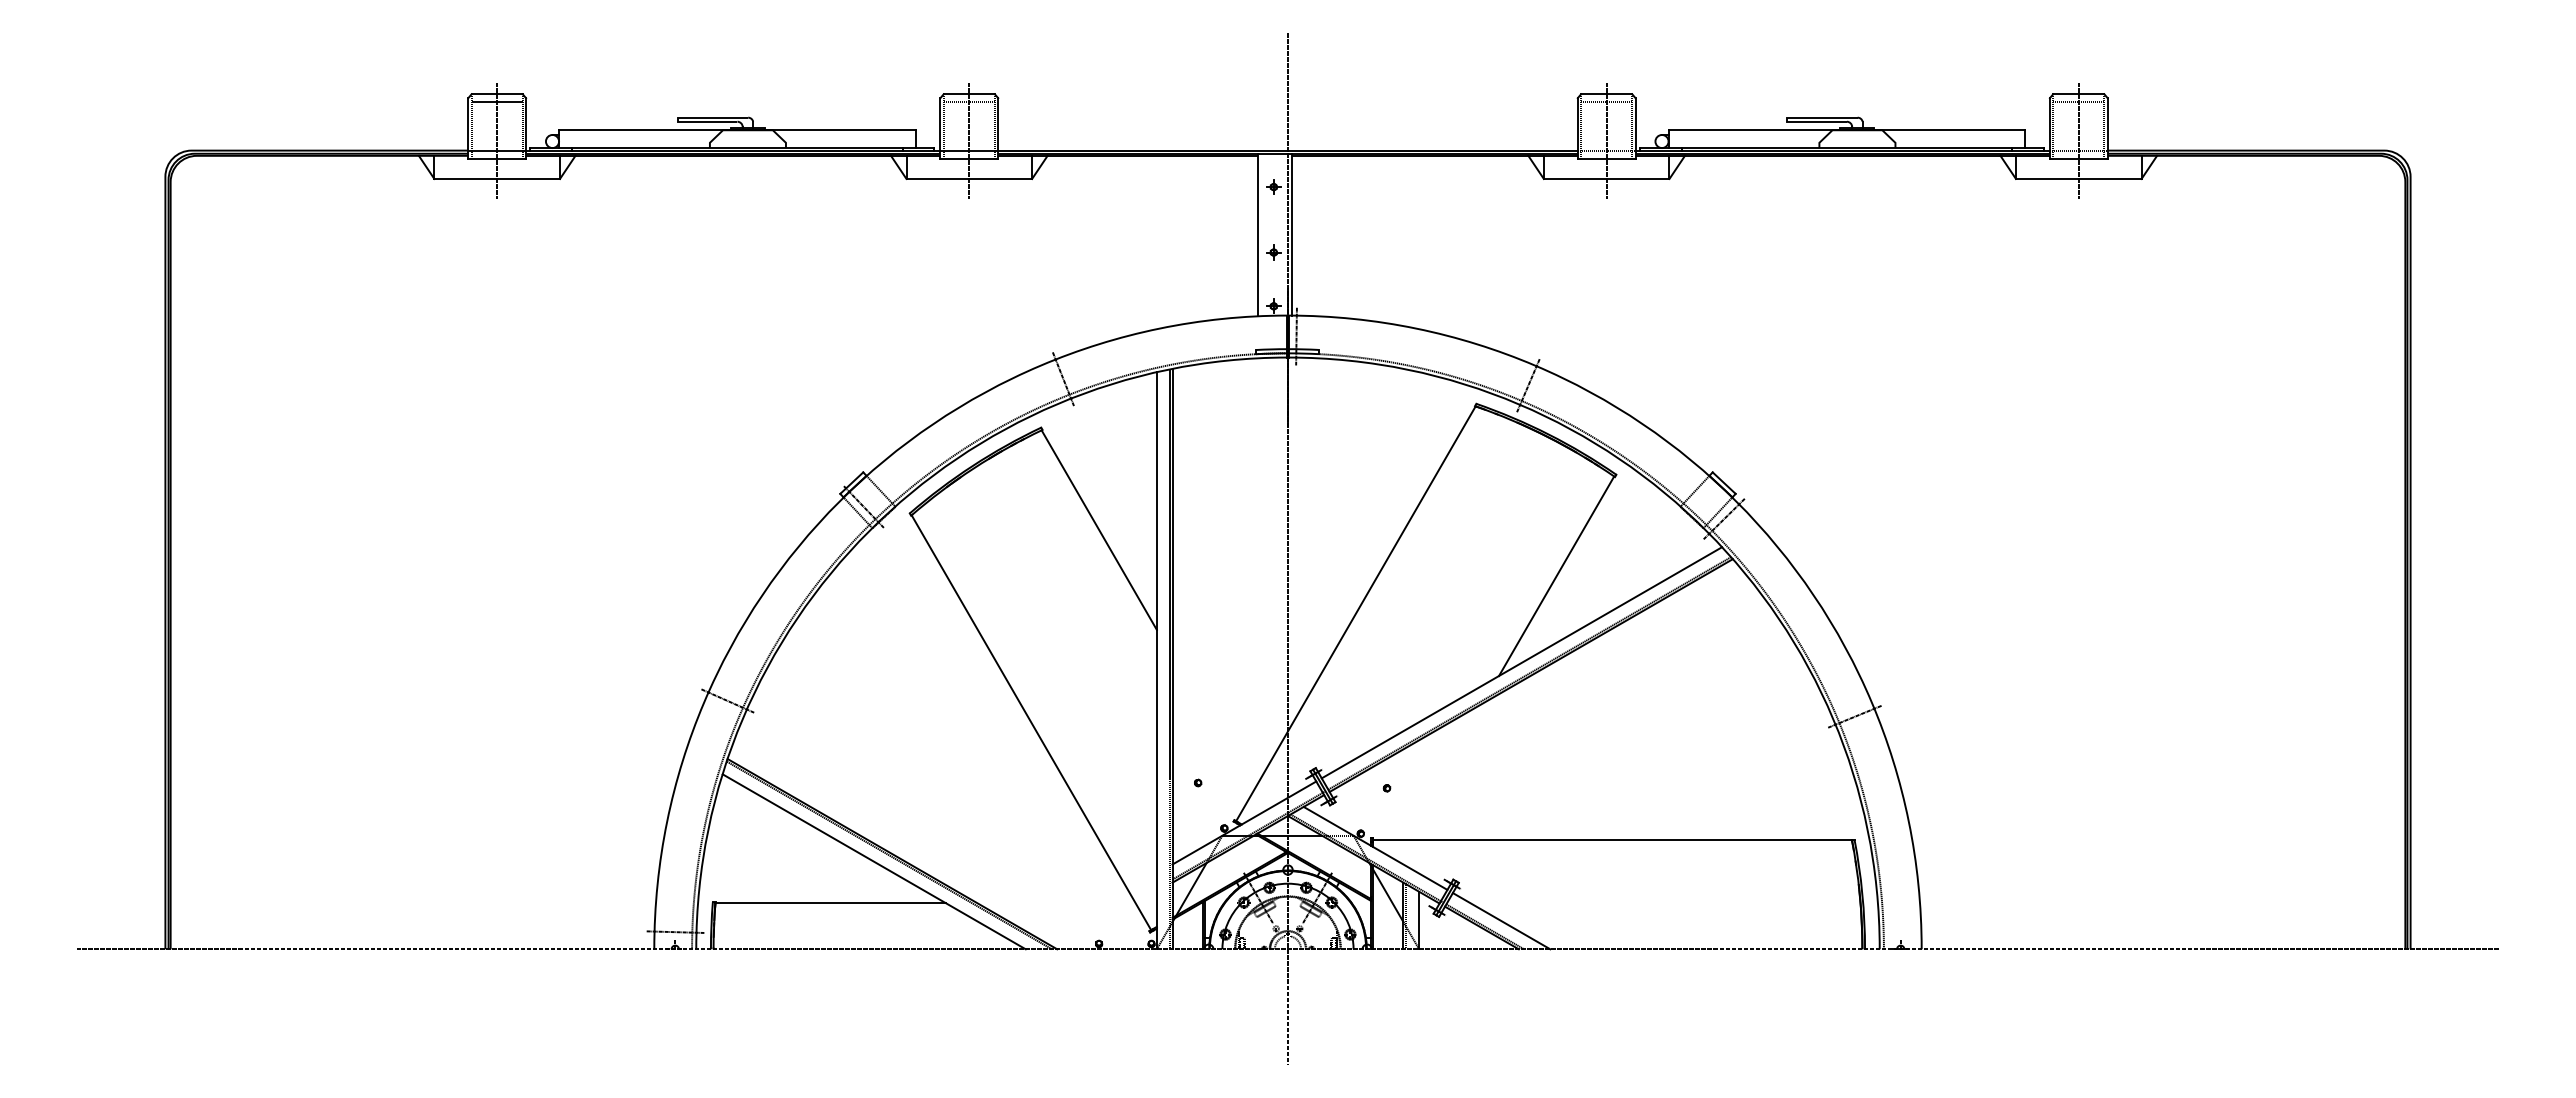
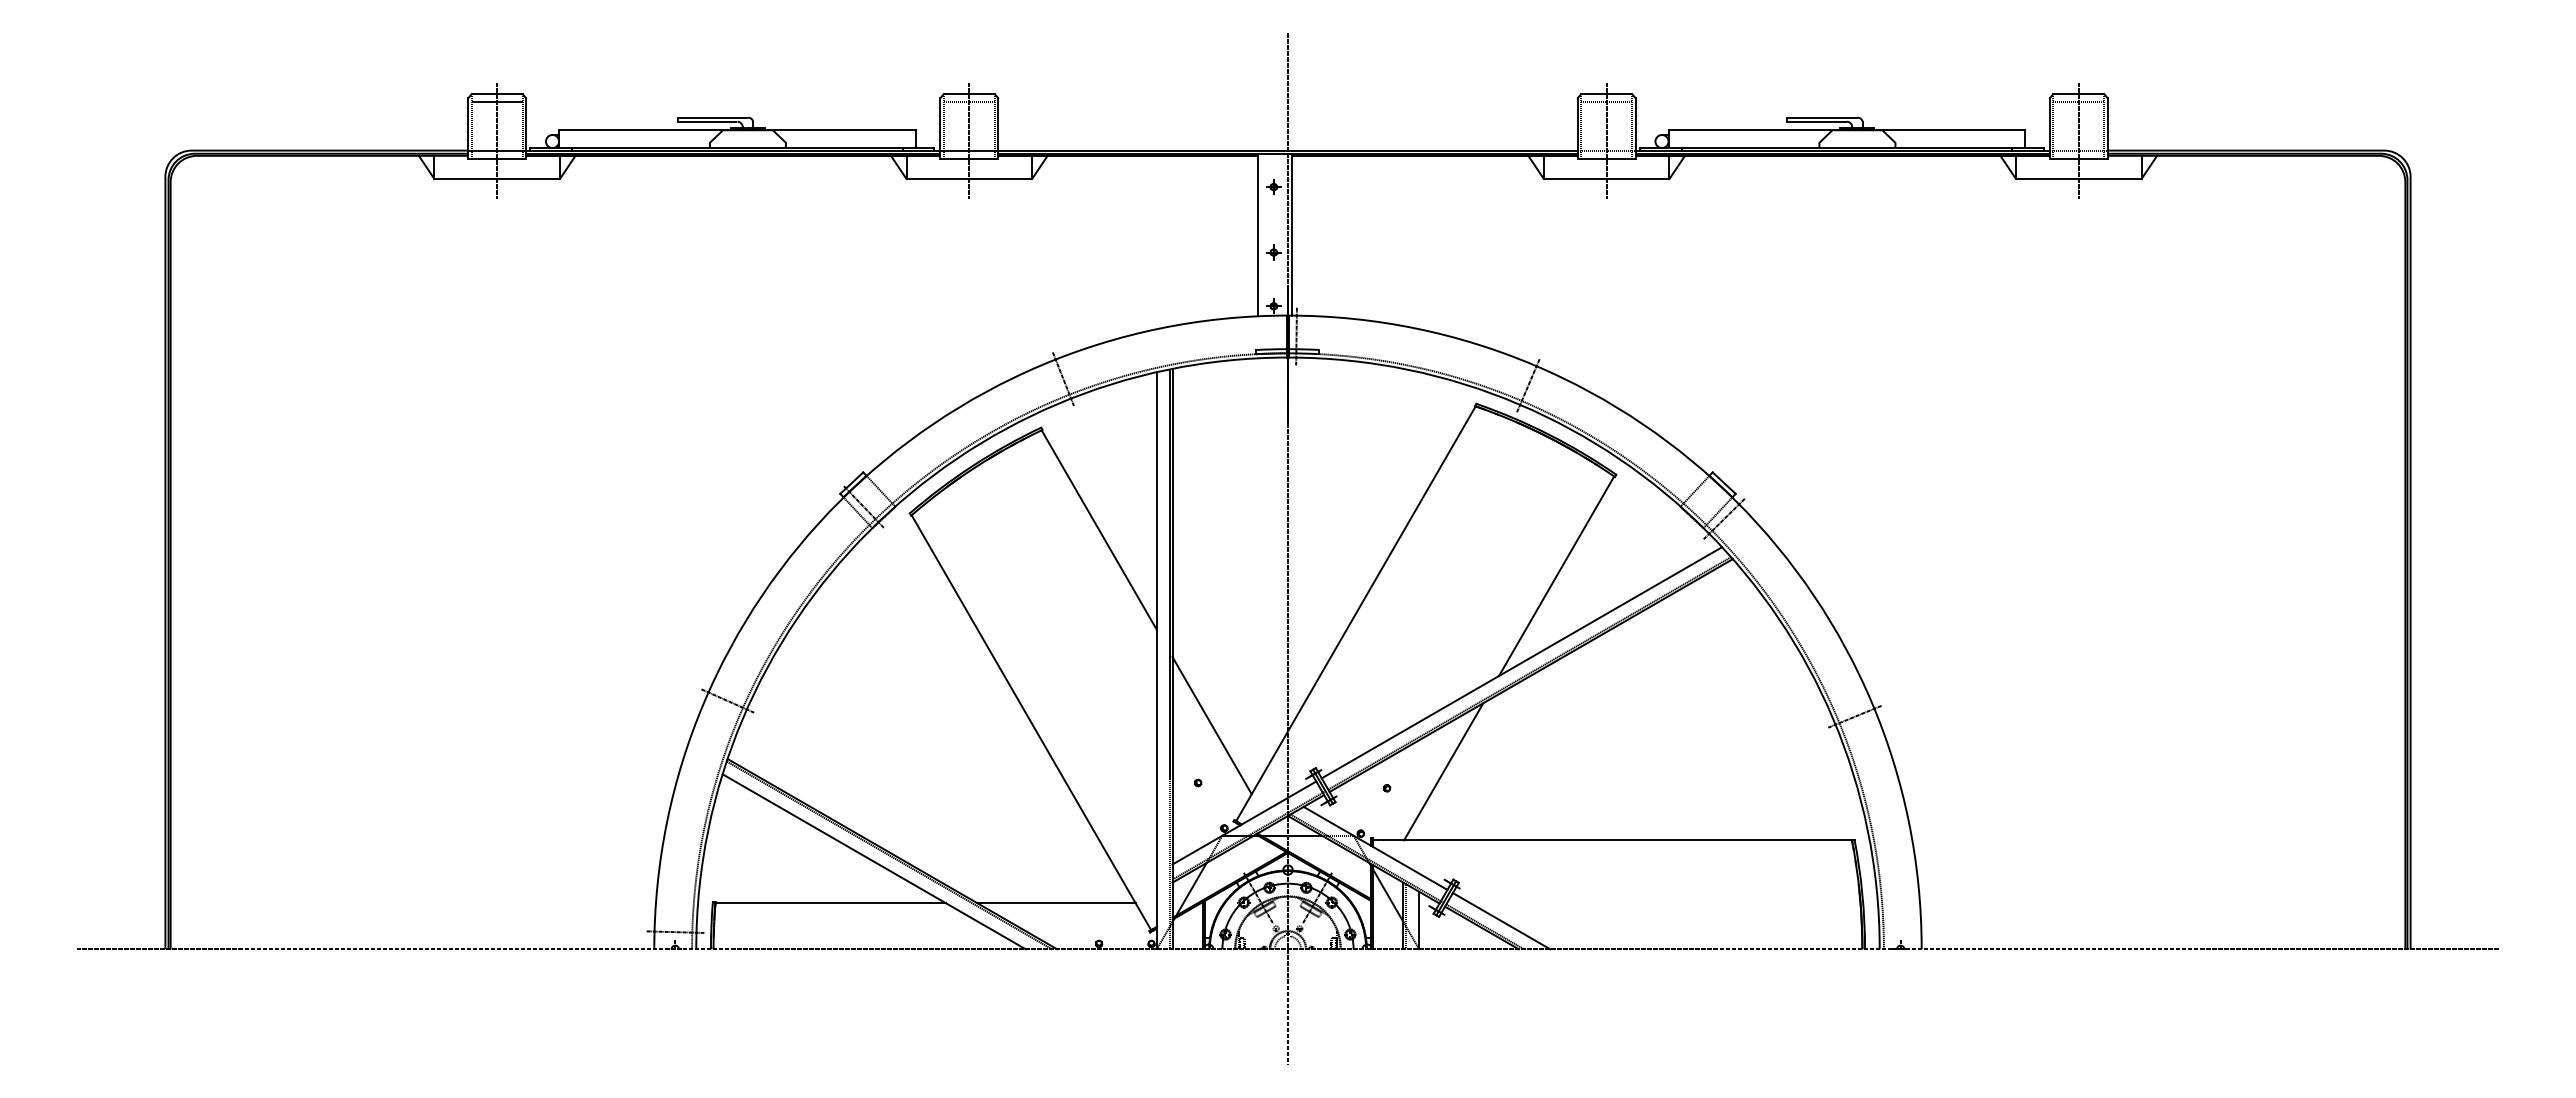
line at (1211, 725): none -> present
line at (1443, 771): none -> present
line at (1056, 903): none -> present
